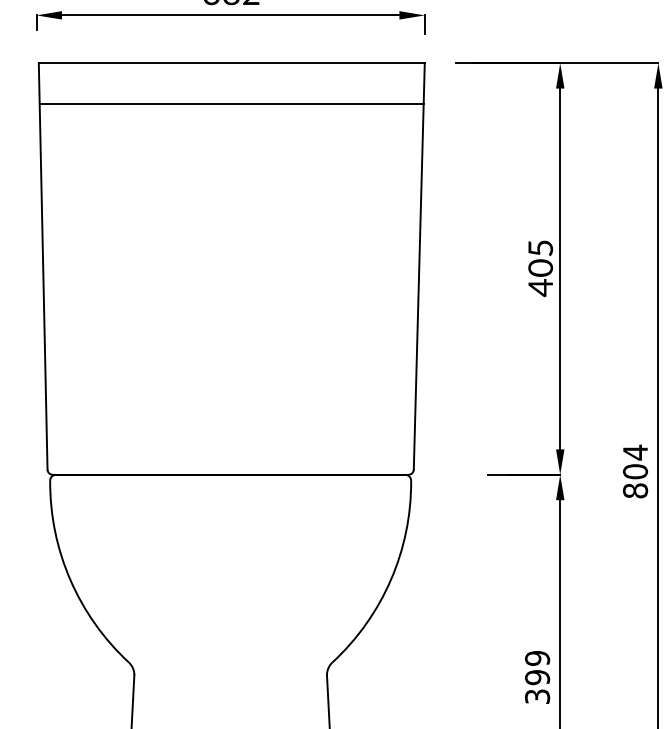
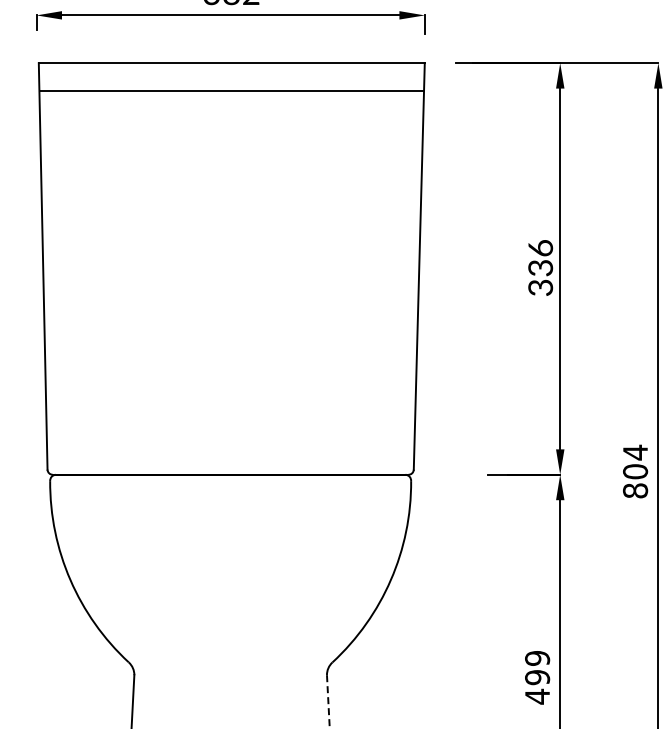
line at (231, 103) position: (231, 103) -> (231, 90)
text at (540, 268): 405 -> 336
text at (537, 696): 399 -> 499
line at (328, 702): solid -> dashed
